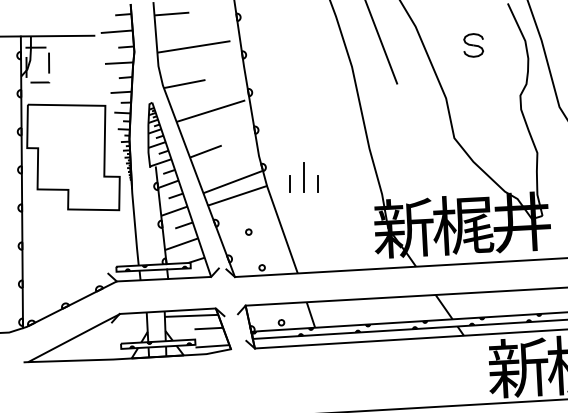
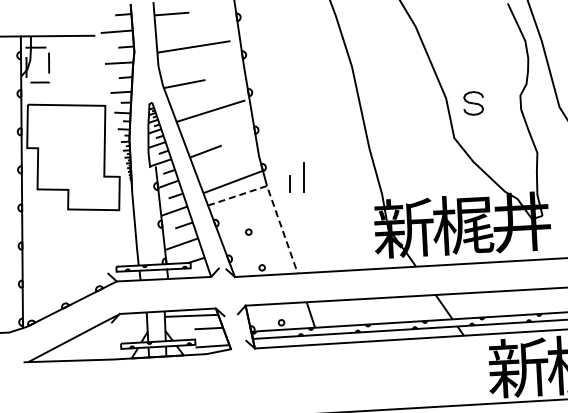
line at (381, 42): present -> none
part at (473, 45) position: (473, 45) -> (473, 103)
line at (317, 183): present -> none
line at (271, 200): solid -> dashed
